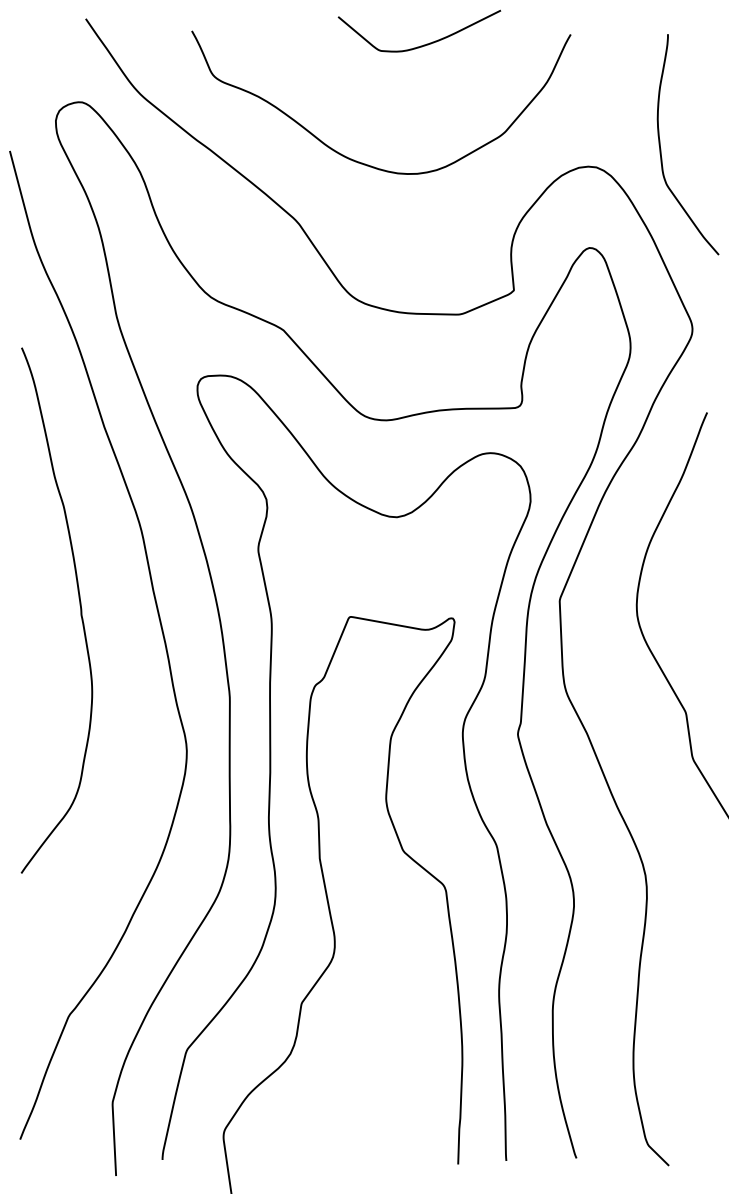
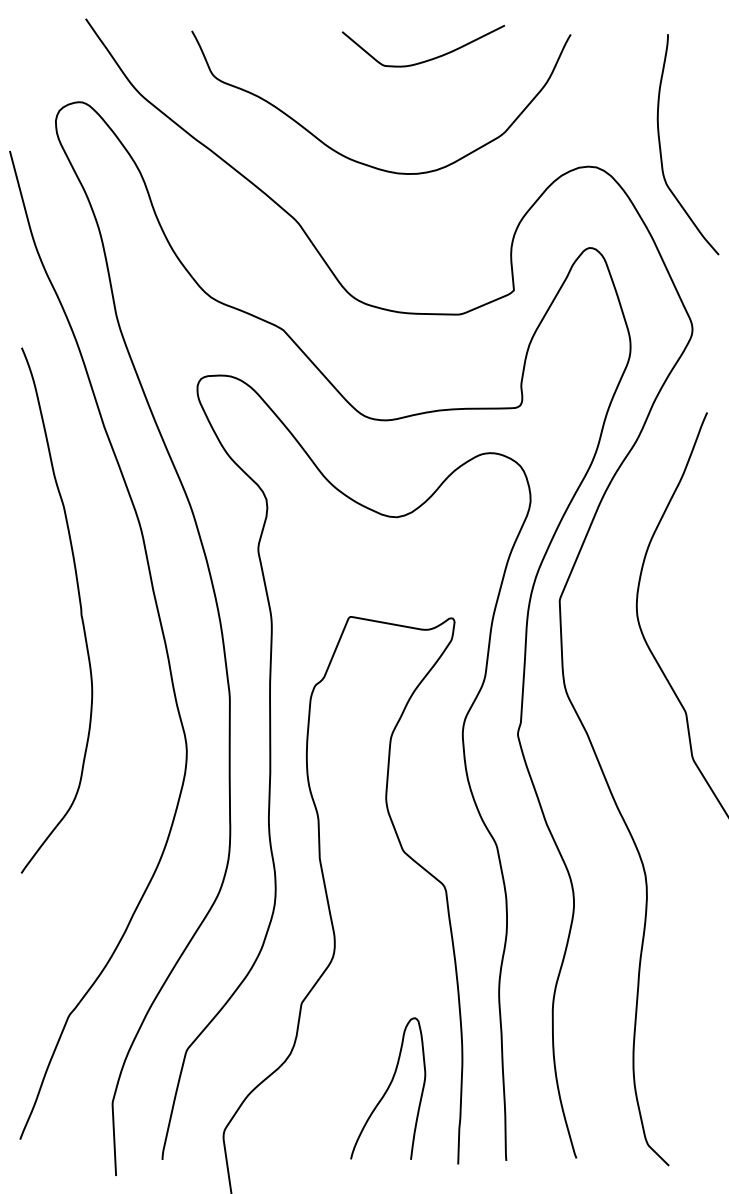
curve at (423, 44) position: (423, 44) -> (427, 59)
curve at (388, 1088): none -> present
